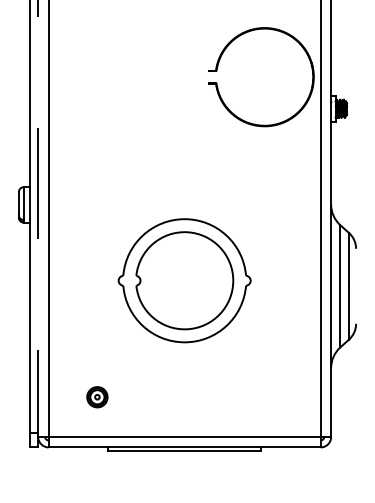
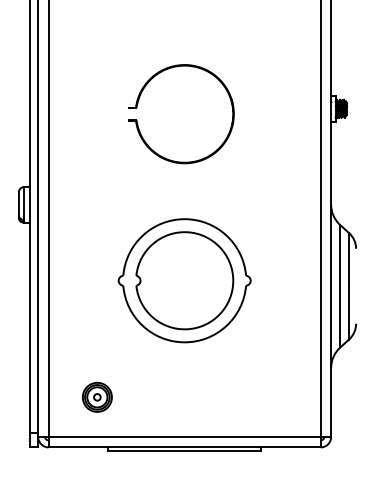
part at (218, 87) position: (218, 87) -> (138, 124)
line at (38, 217): dashed -> solid
part at (97, 397) size: 23x23 px -> 31x32 px
